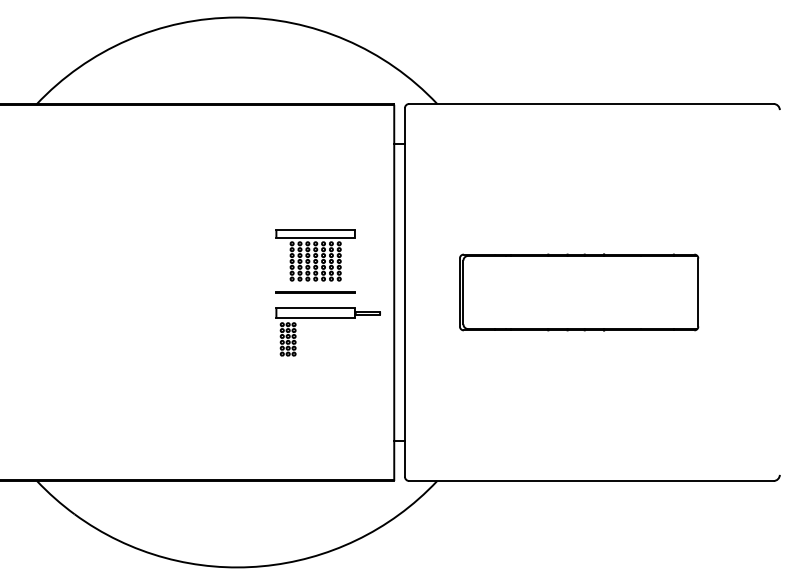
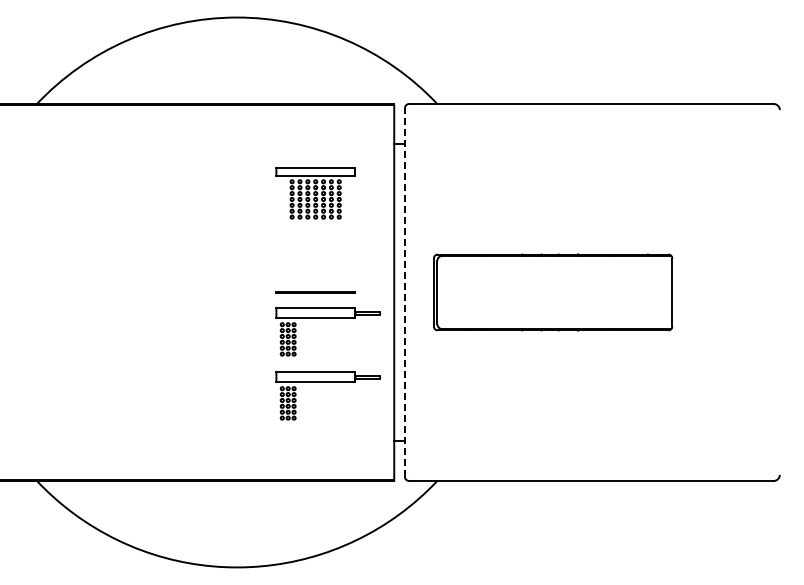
part at (315, 255) position: (315, 255) -> (315, 193)
line at (404, 292): solid -> dashed
part at (579, 292) position: (579, 292) -> (553, 292)
part at (327, 382): none -> present
